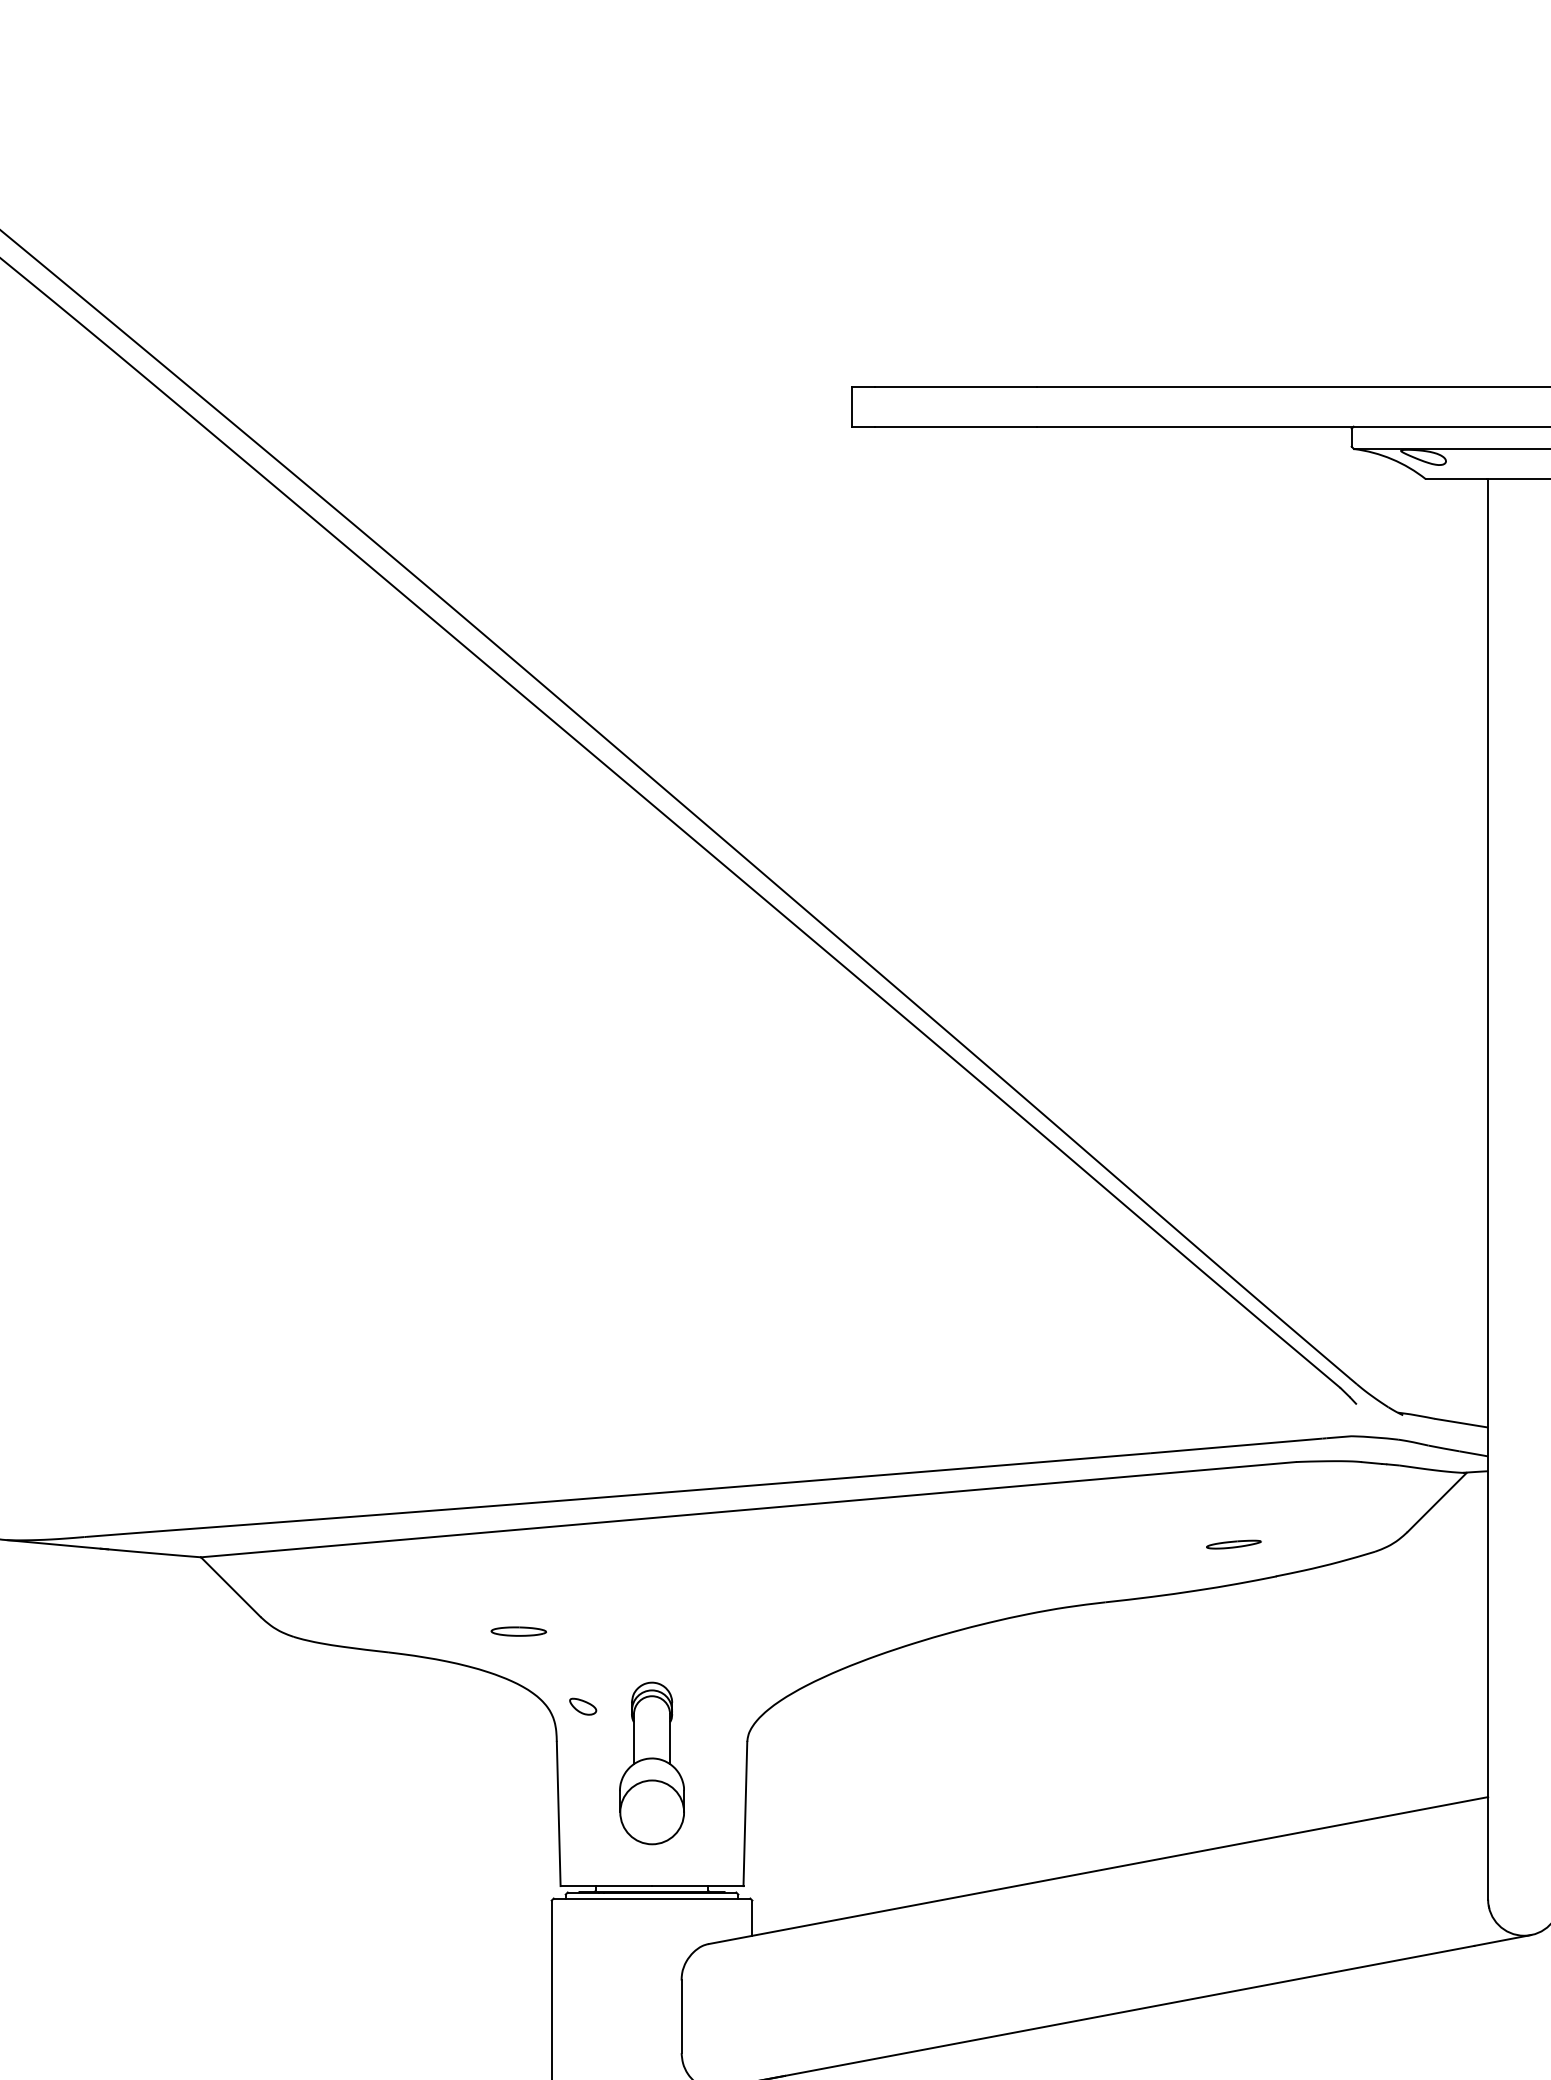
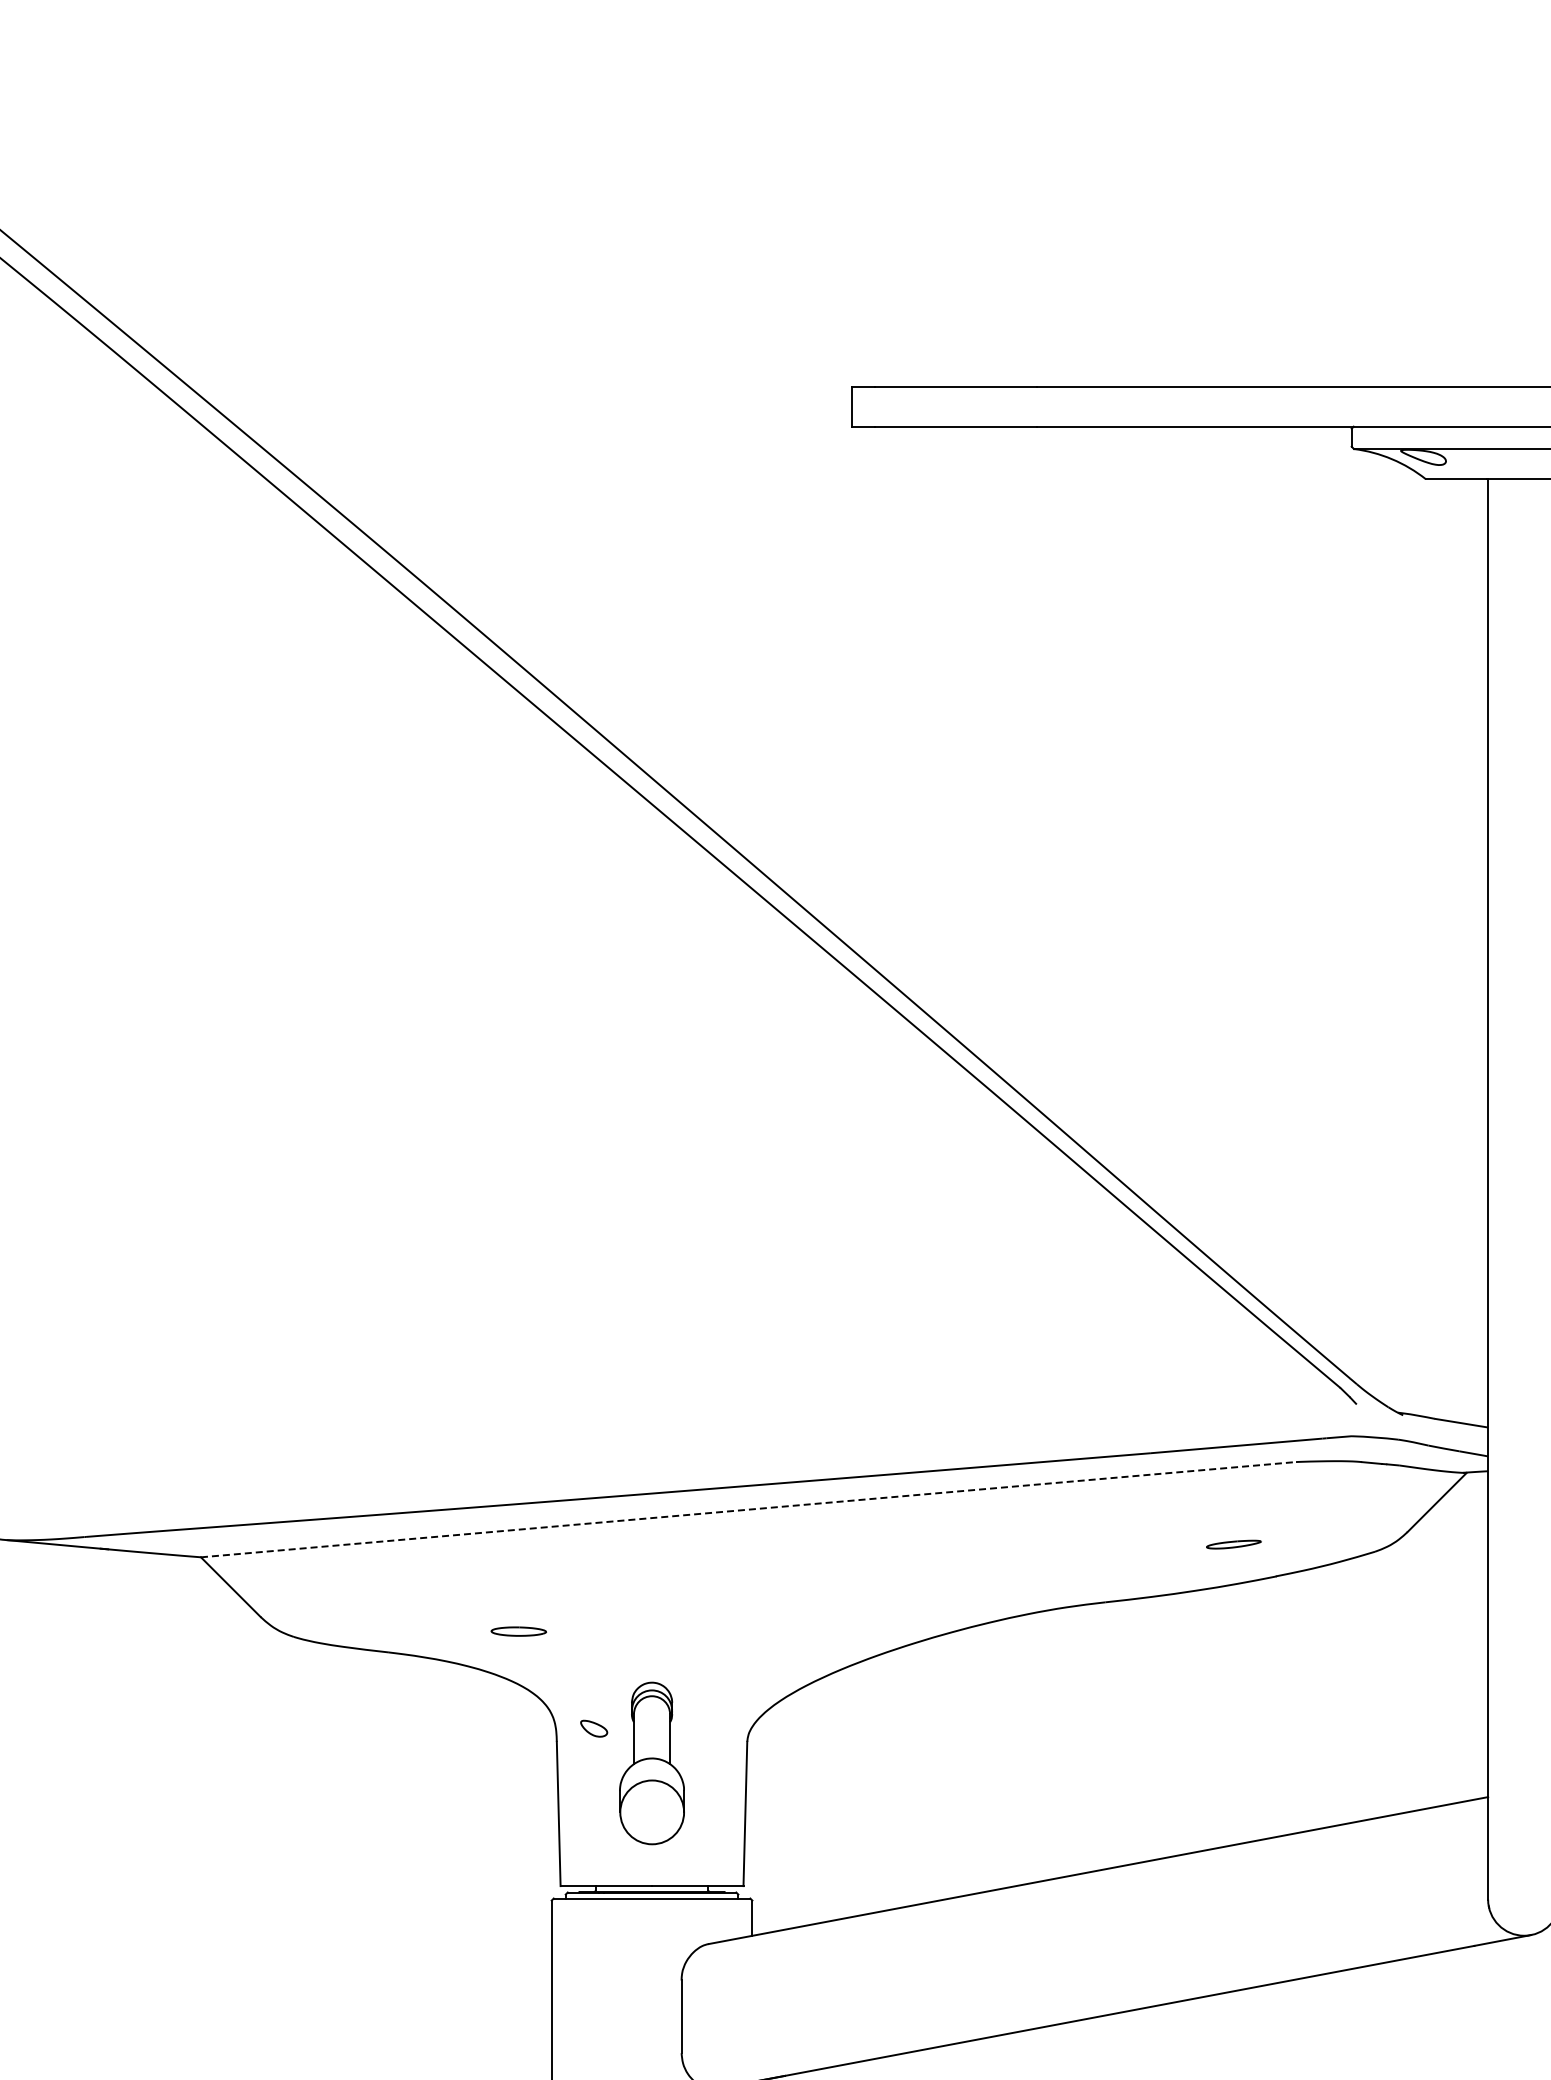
line at (748, 1509): solid -> dashed
part at (583, 1706) position: (583, 1706) -> (594, 1728)
